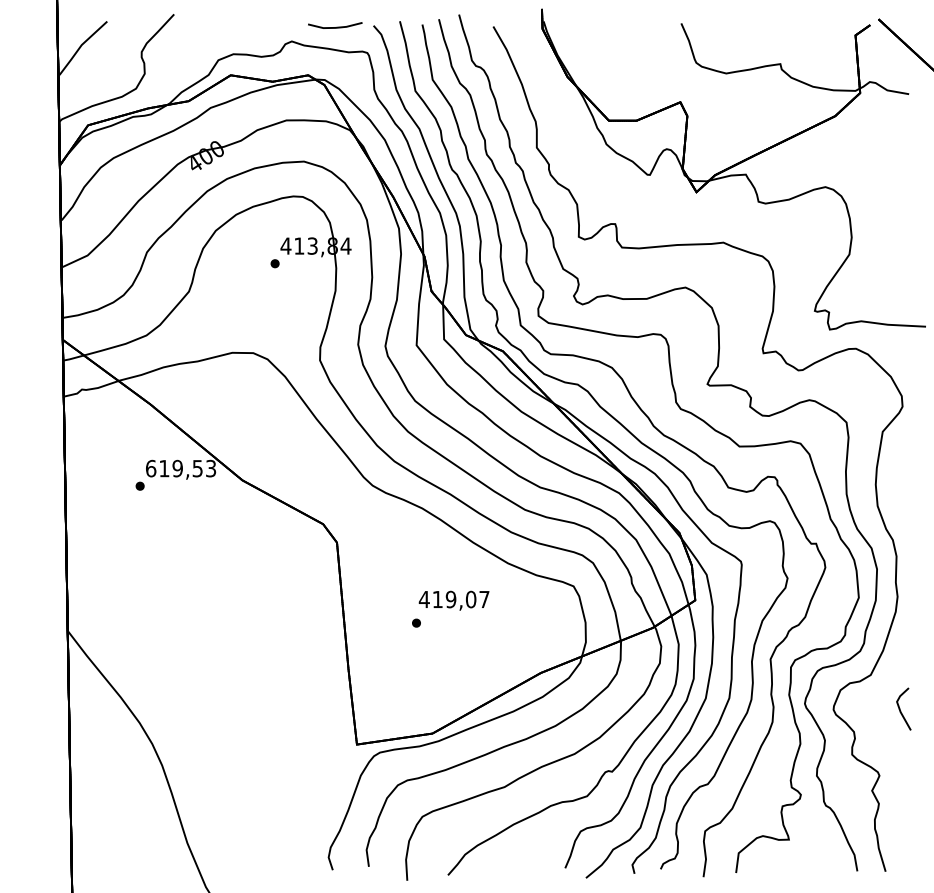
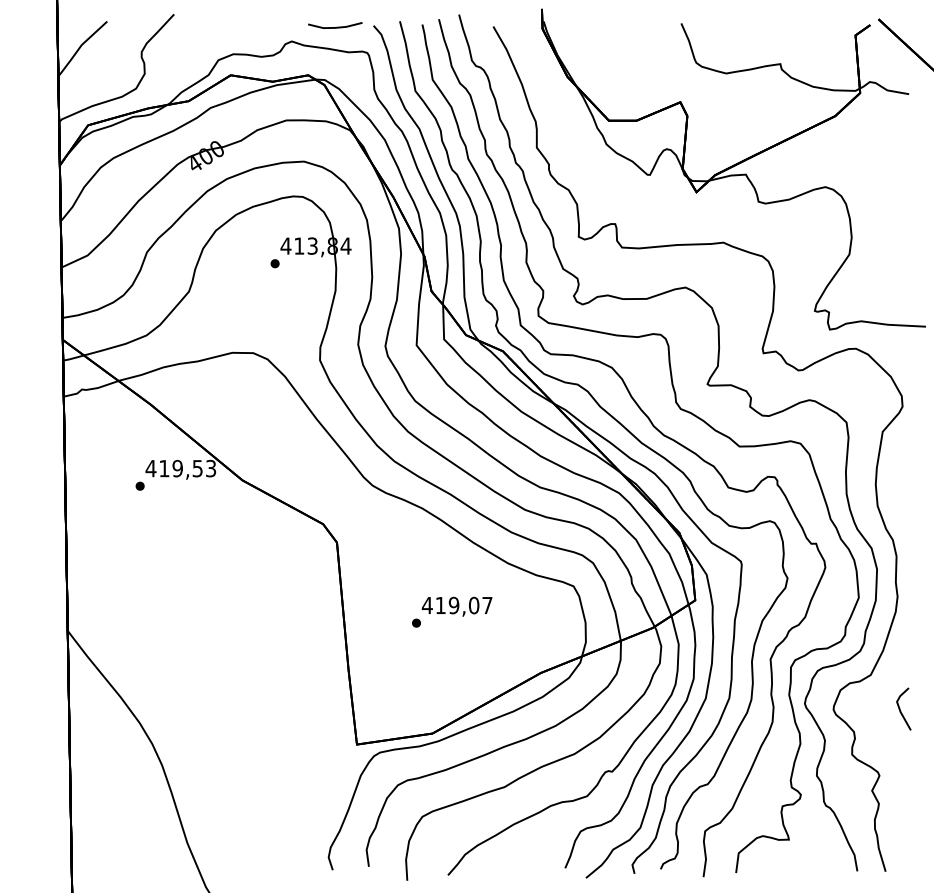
text at (150, 468): 619,53 -> 419,53
text at (453, 600) position: (453, 600) -> (456, 606)
